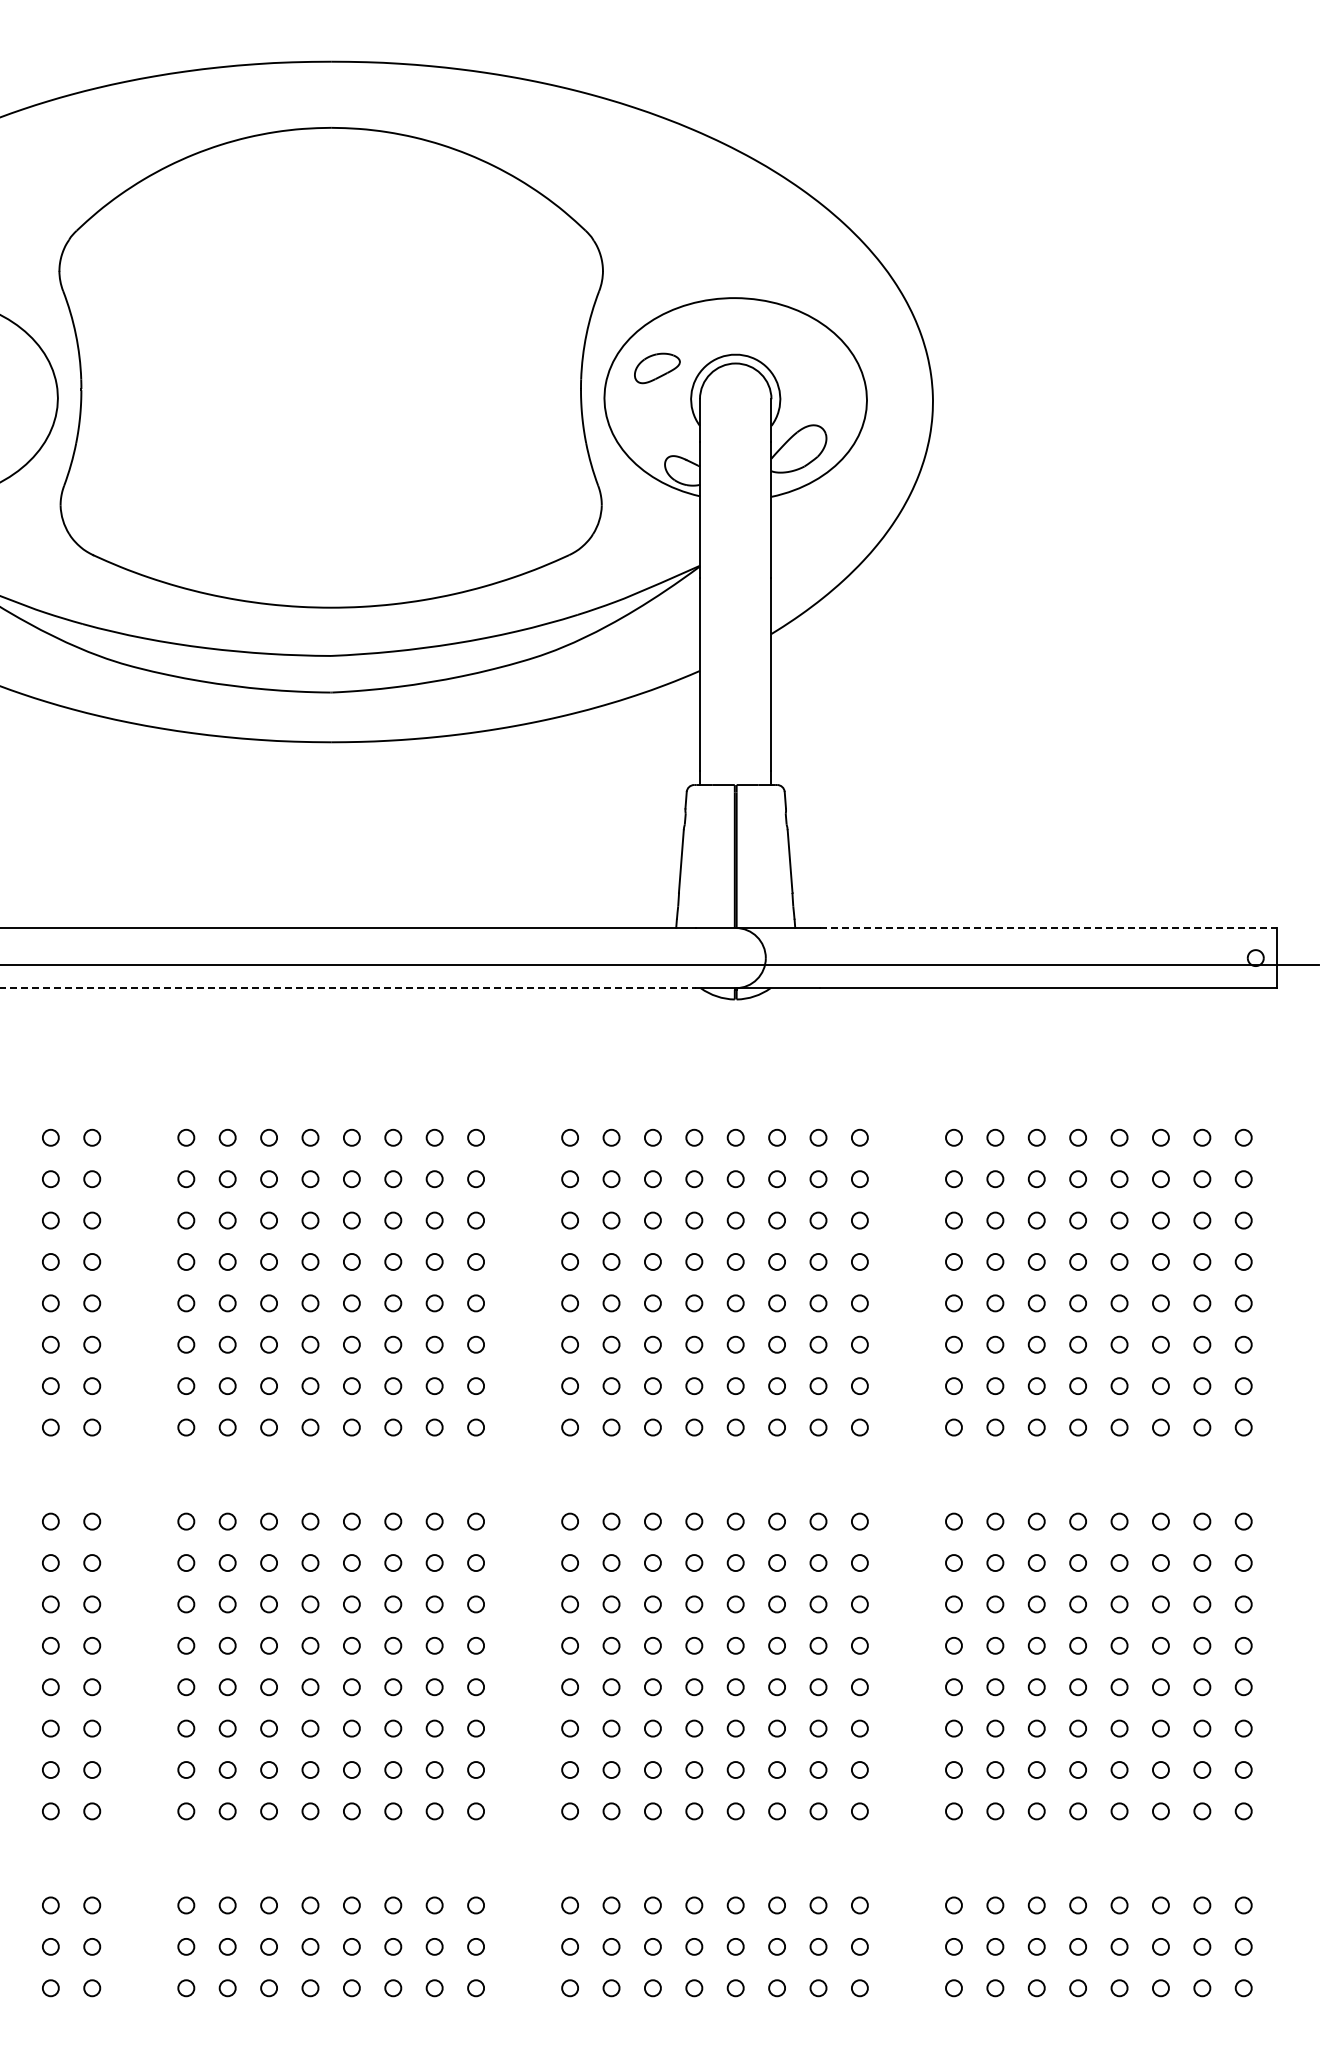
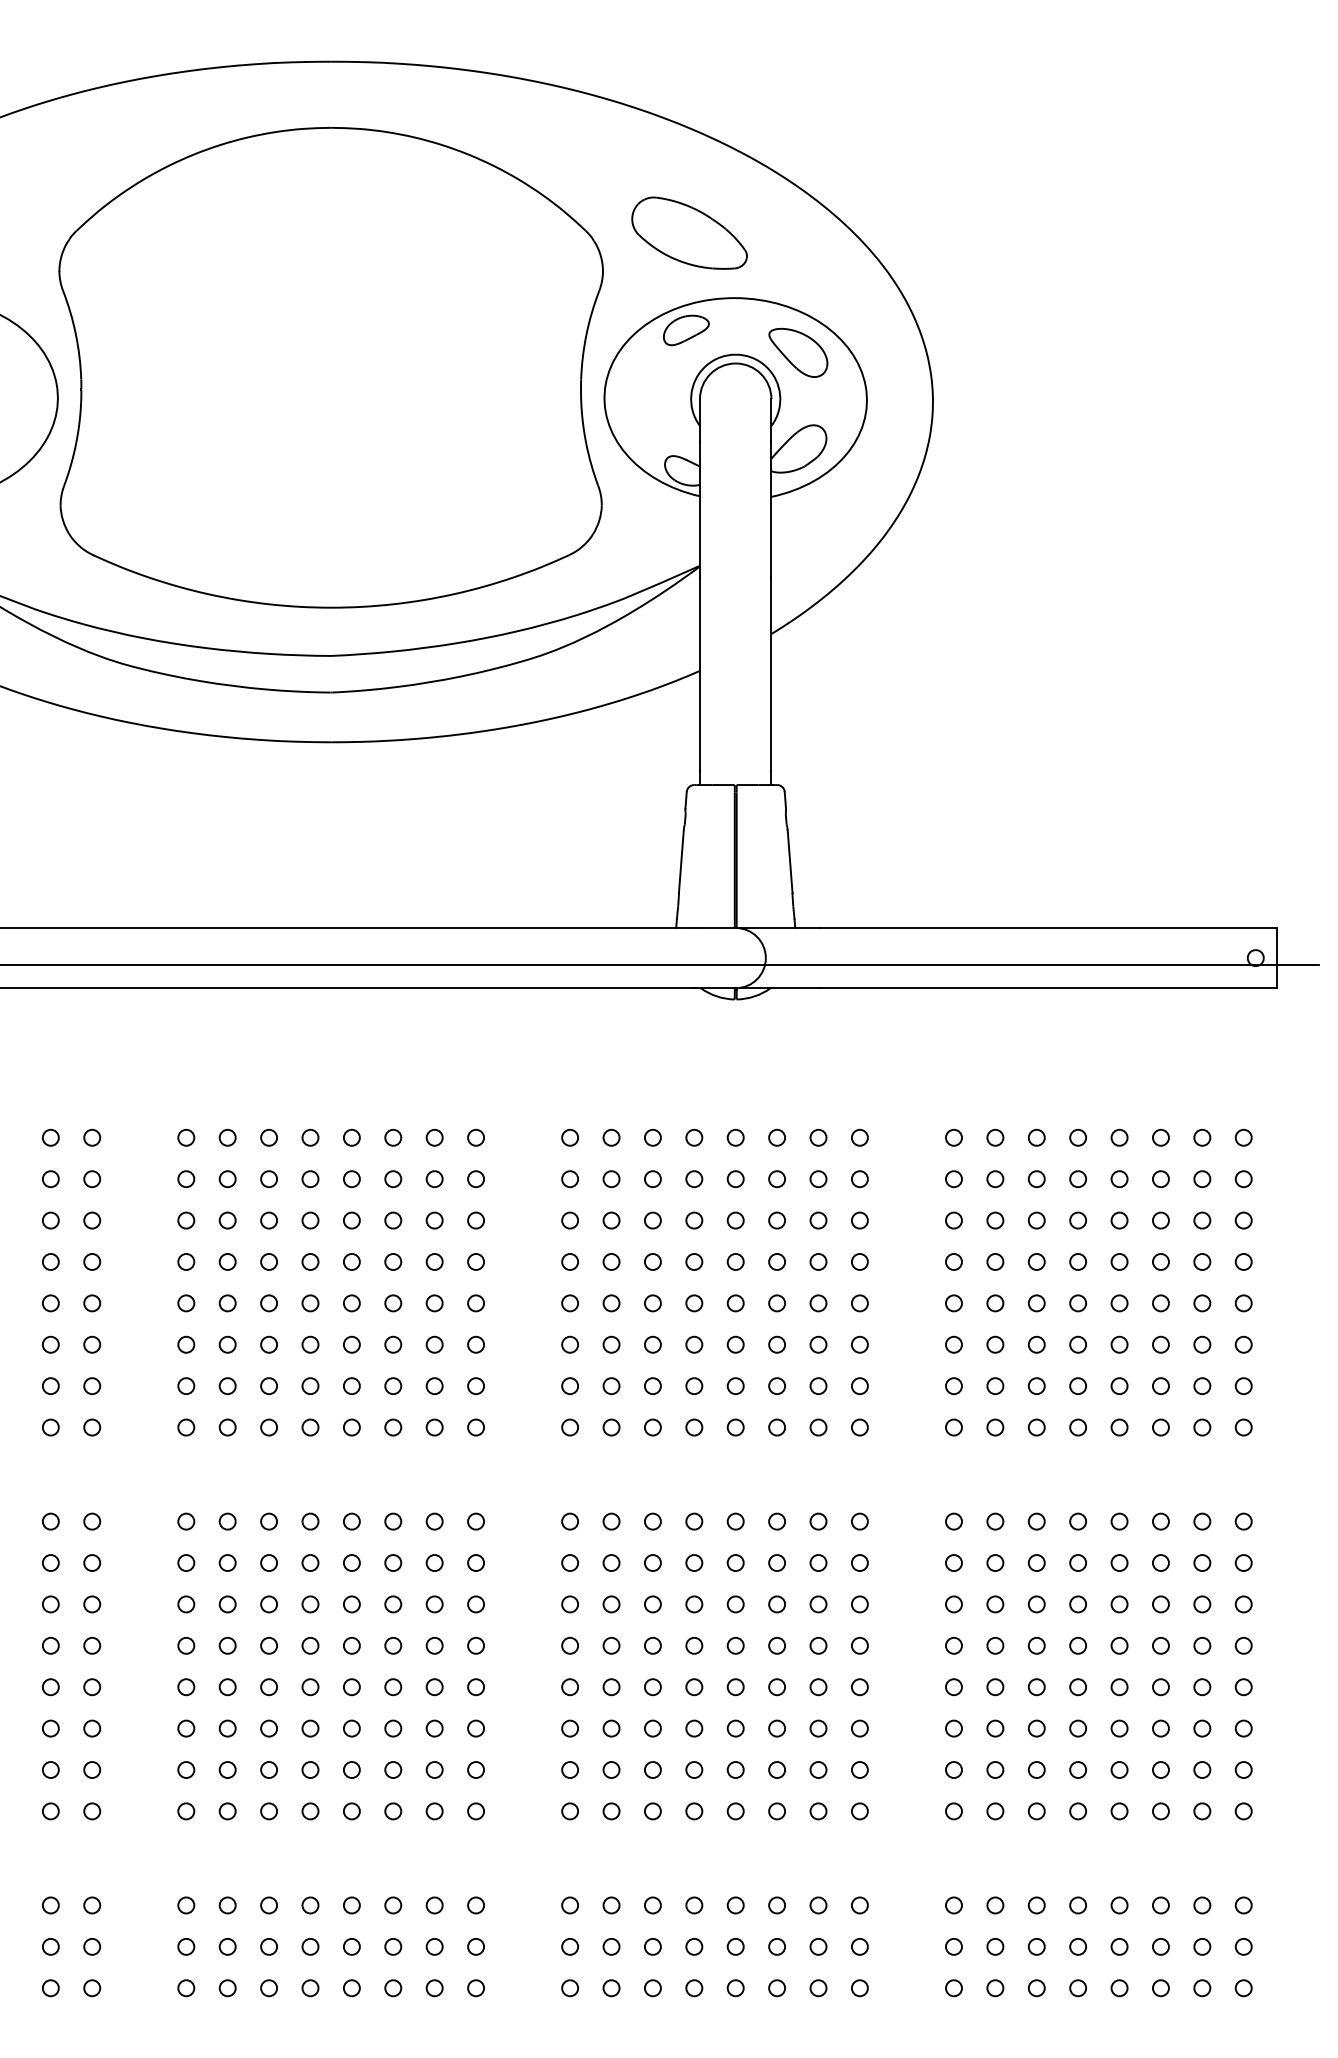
part at (689, 232): none -> present
part at (798, 352): none -> present
part at (657, 368) position: (657, 368) -> (686, 330)
line at (1049, 928): dashed -> solid
line at (348, 988): dashed -> solid
